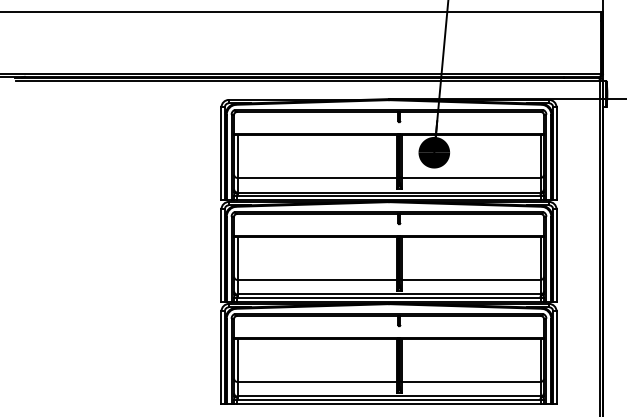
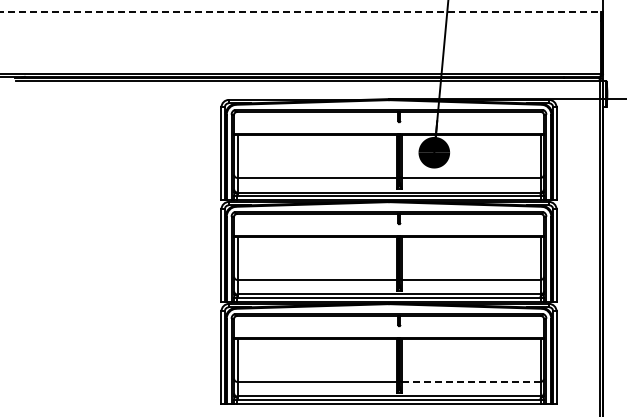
line at (301, 12): solid -> dashed
line at (471, 381): solid -> dashed
